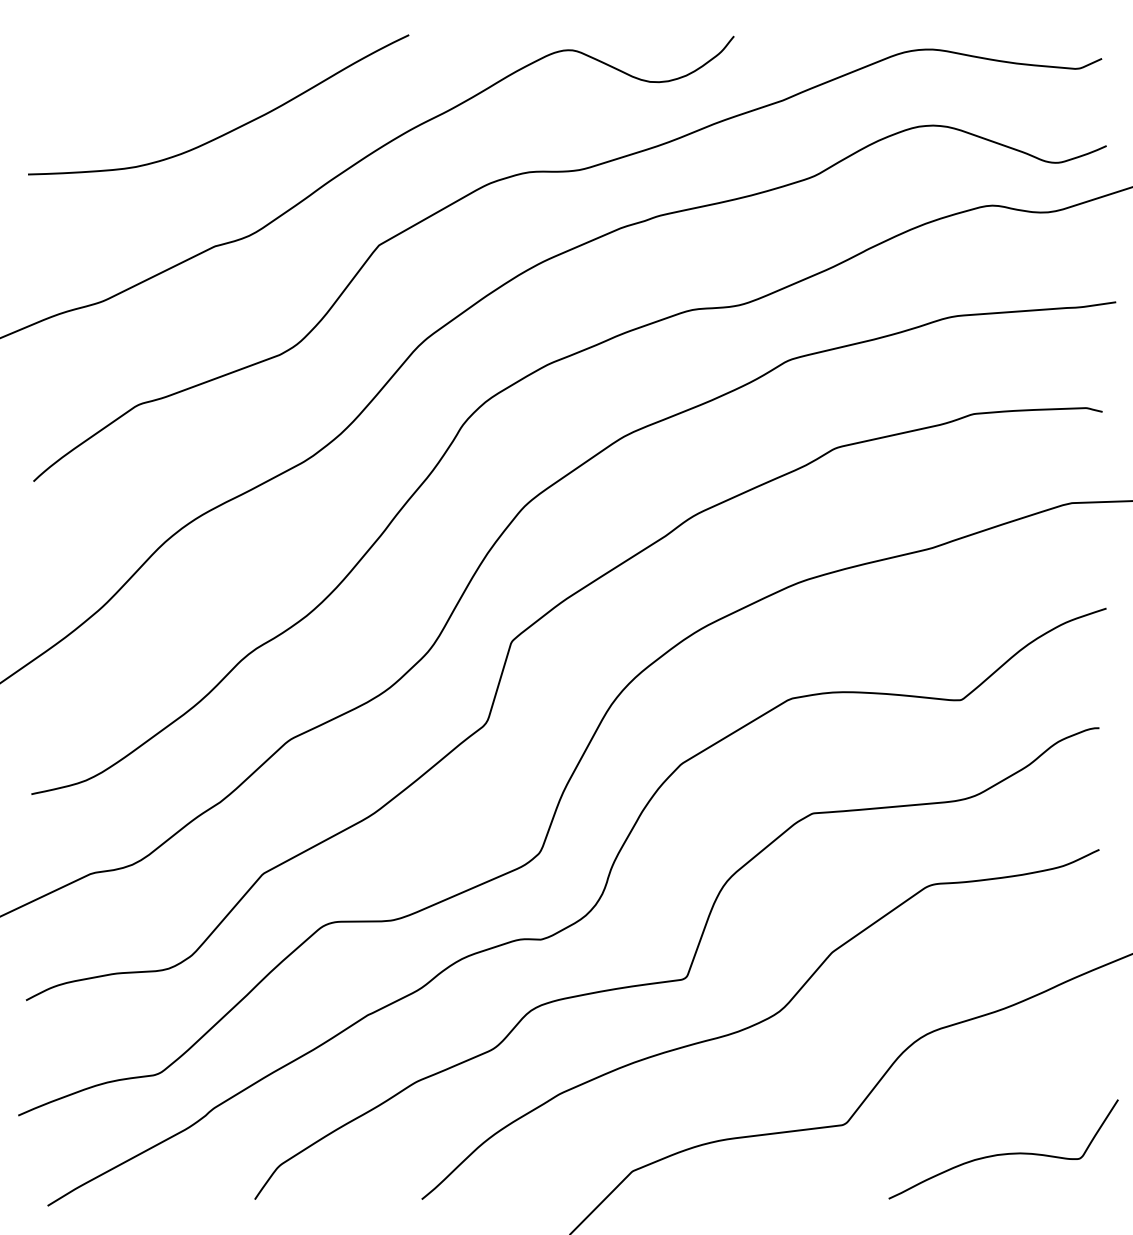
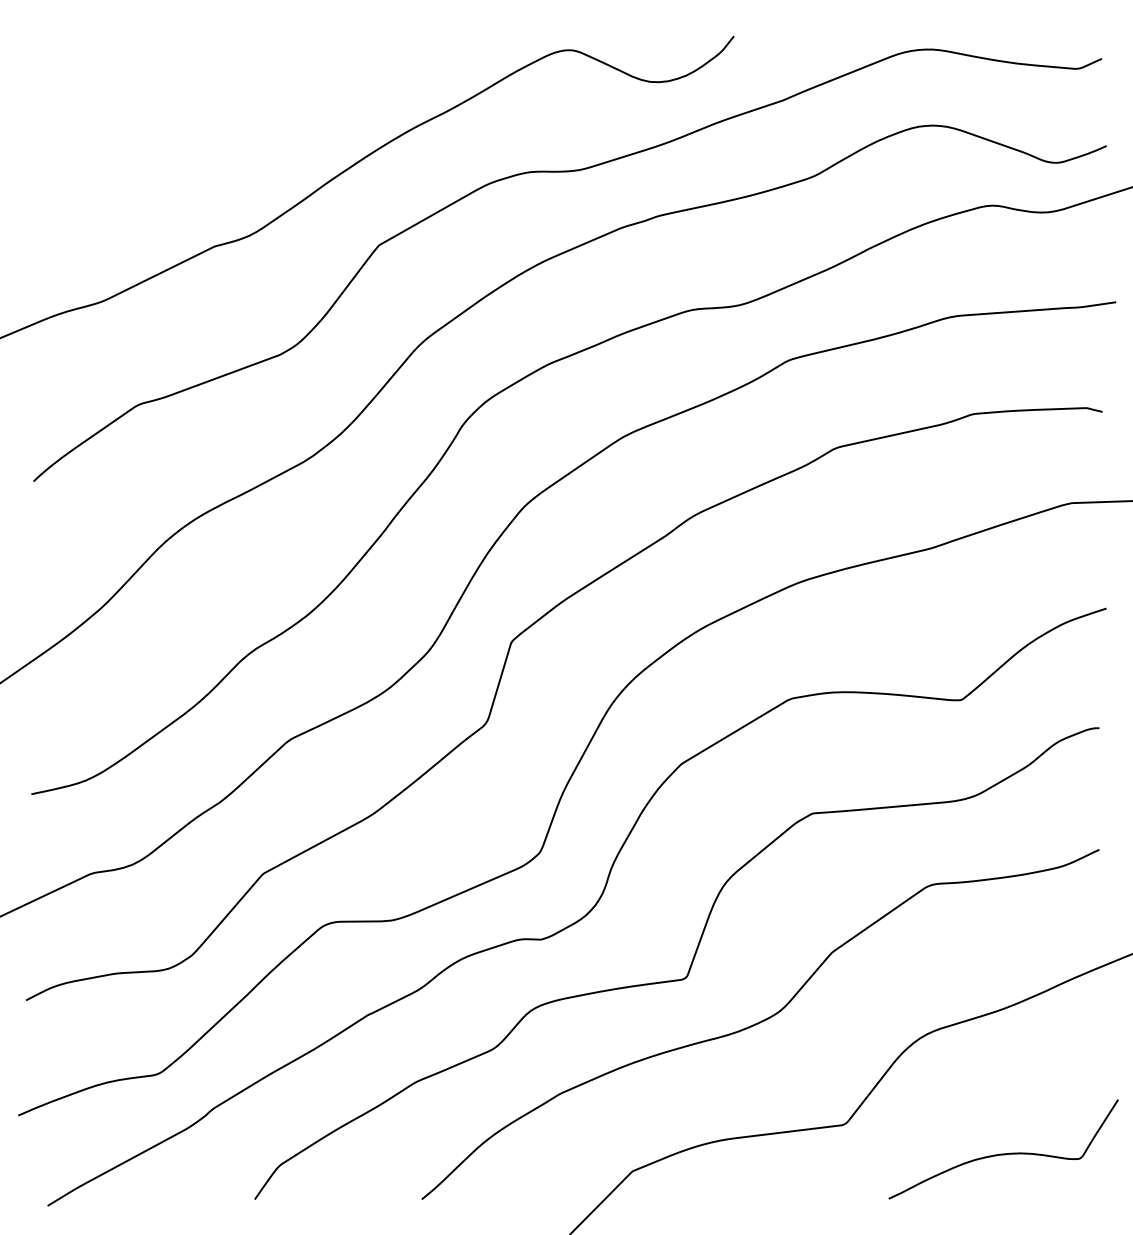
curve at (230, 130): present -> none
